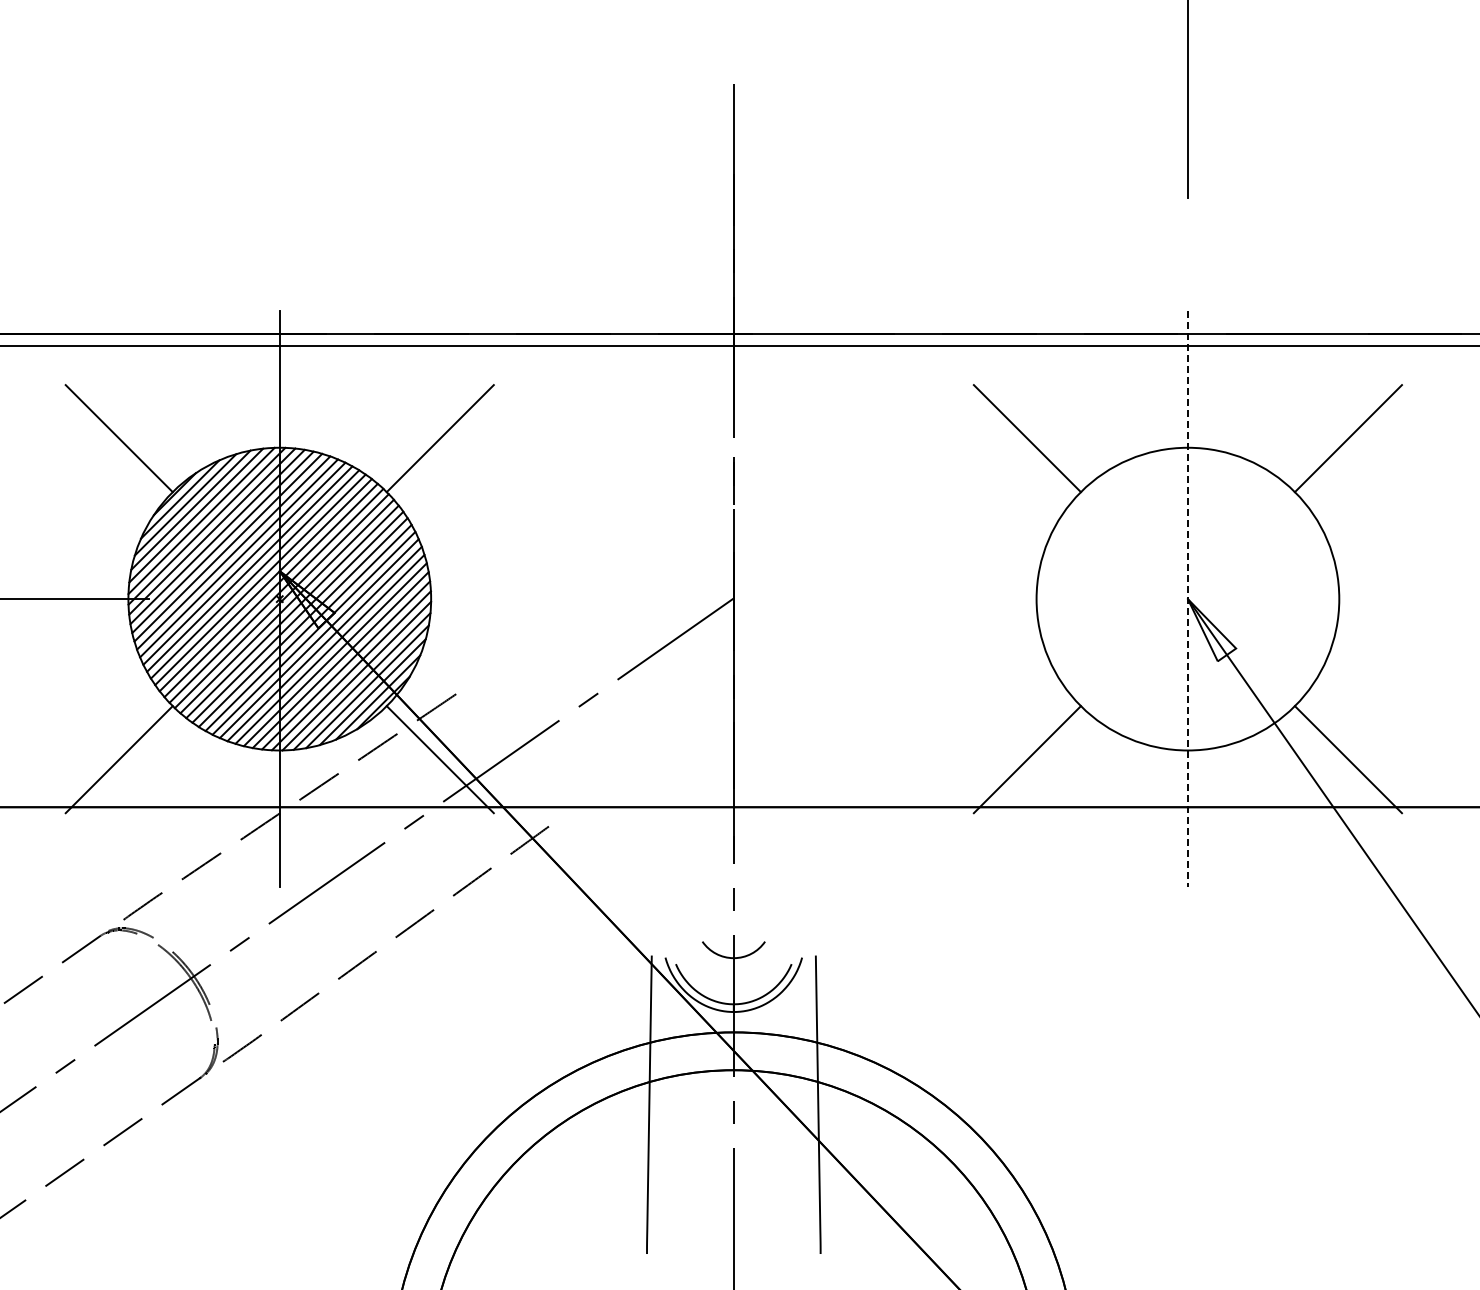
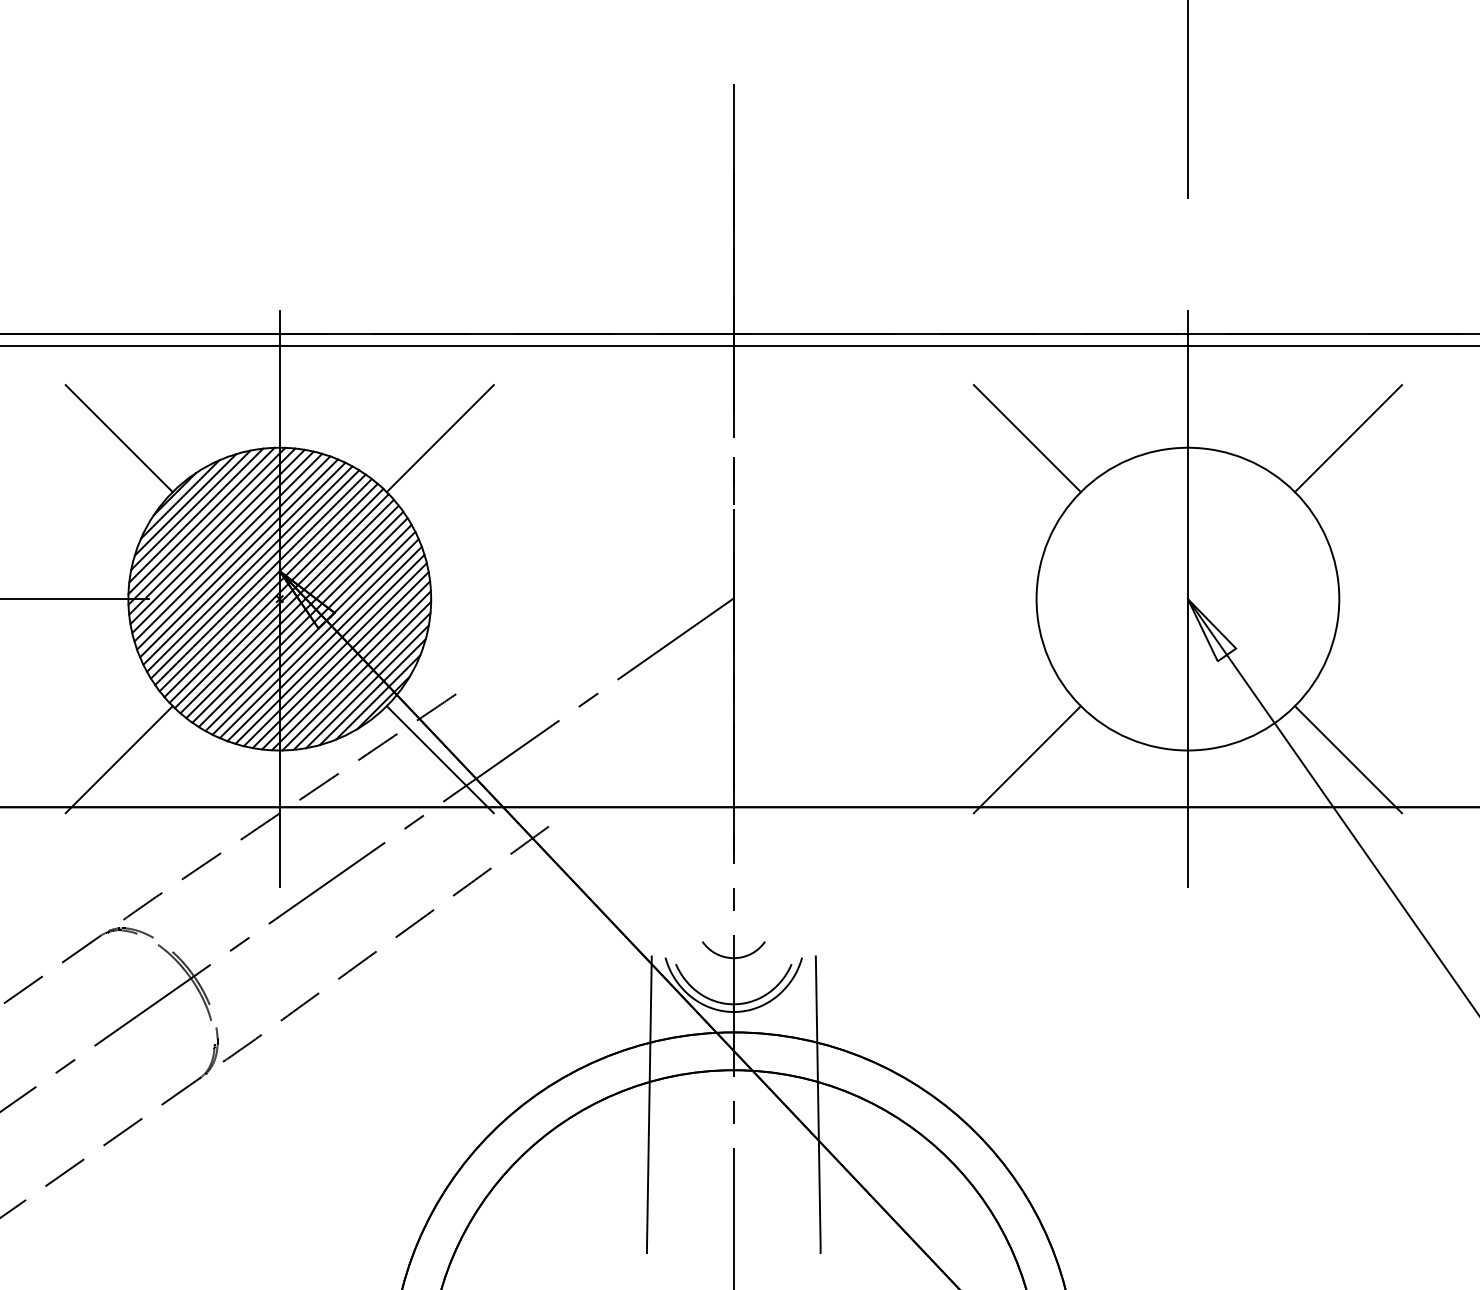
line at (1187, 599): dashed -> solid
